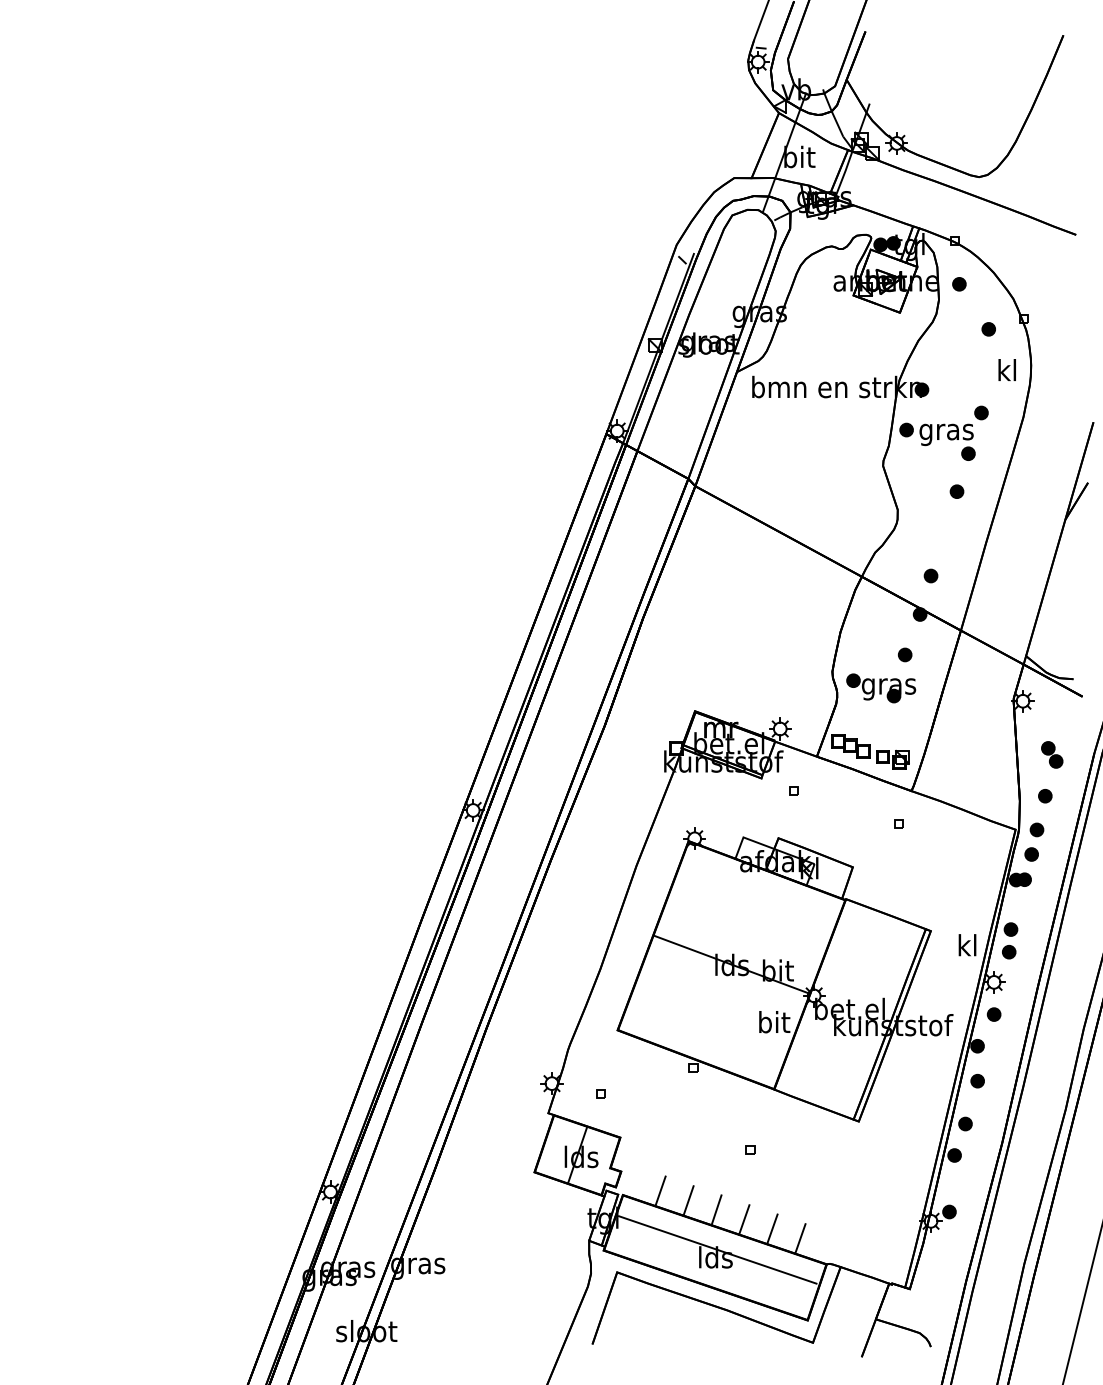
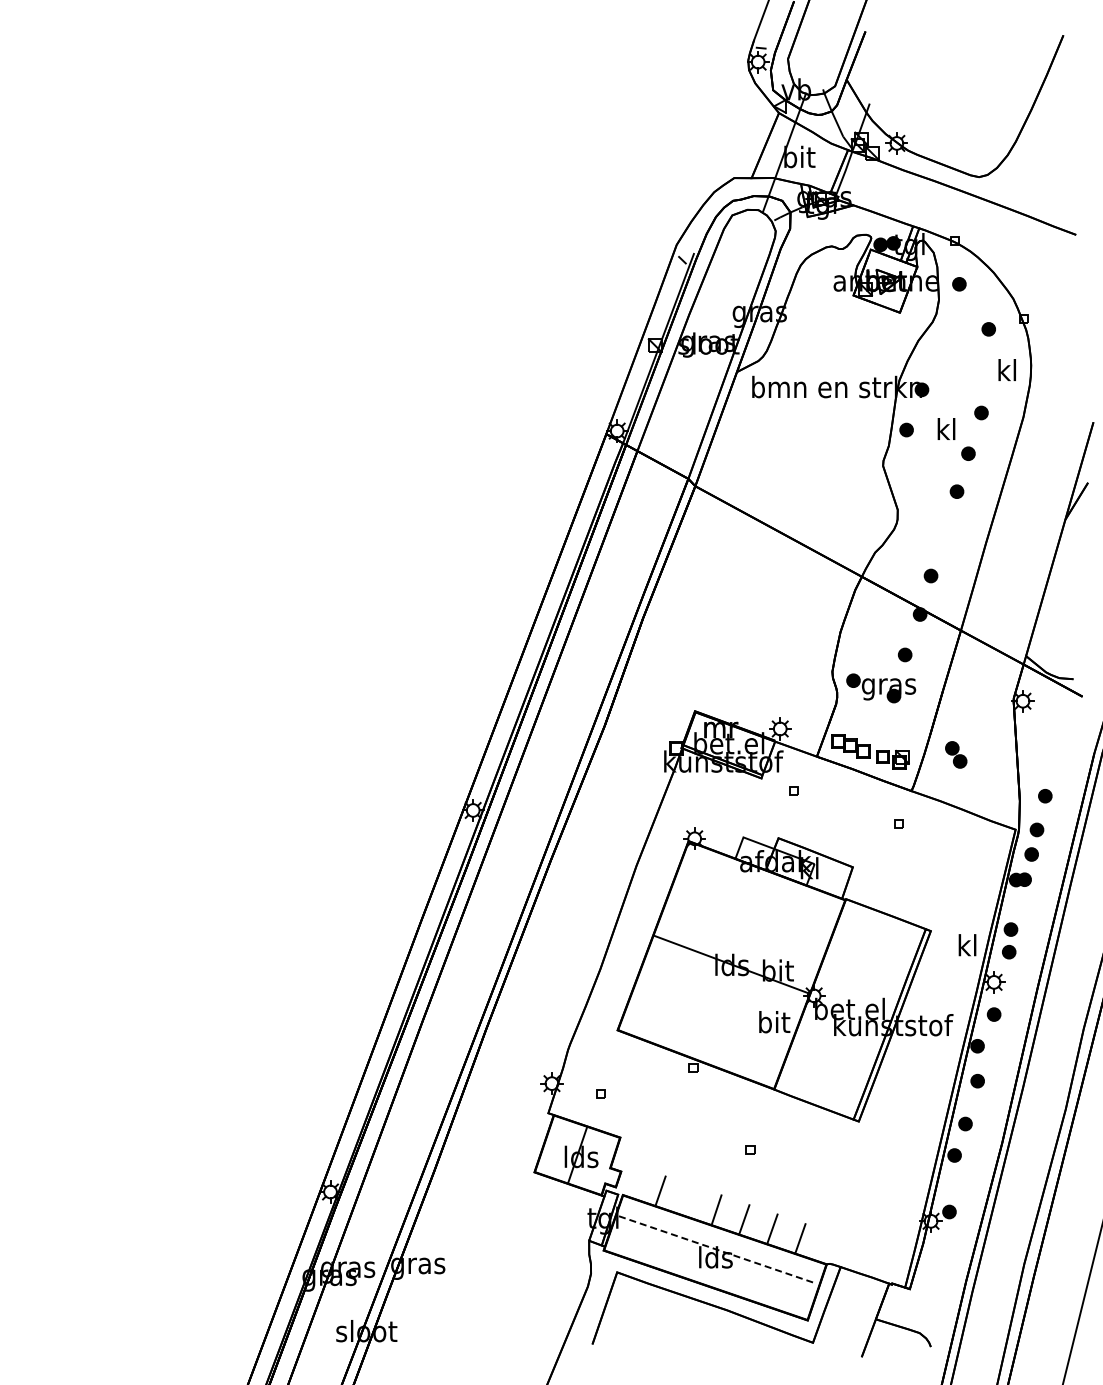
text at (946, 432): gras -> kl
part at (1052, 754) position: (1052, 754) -> (956, 754)
line at (688, 1200): present -> none
line at (718, 1250): solid -> dashed
